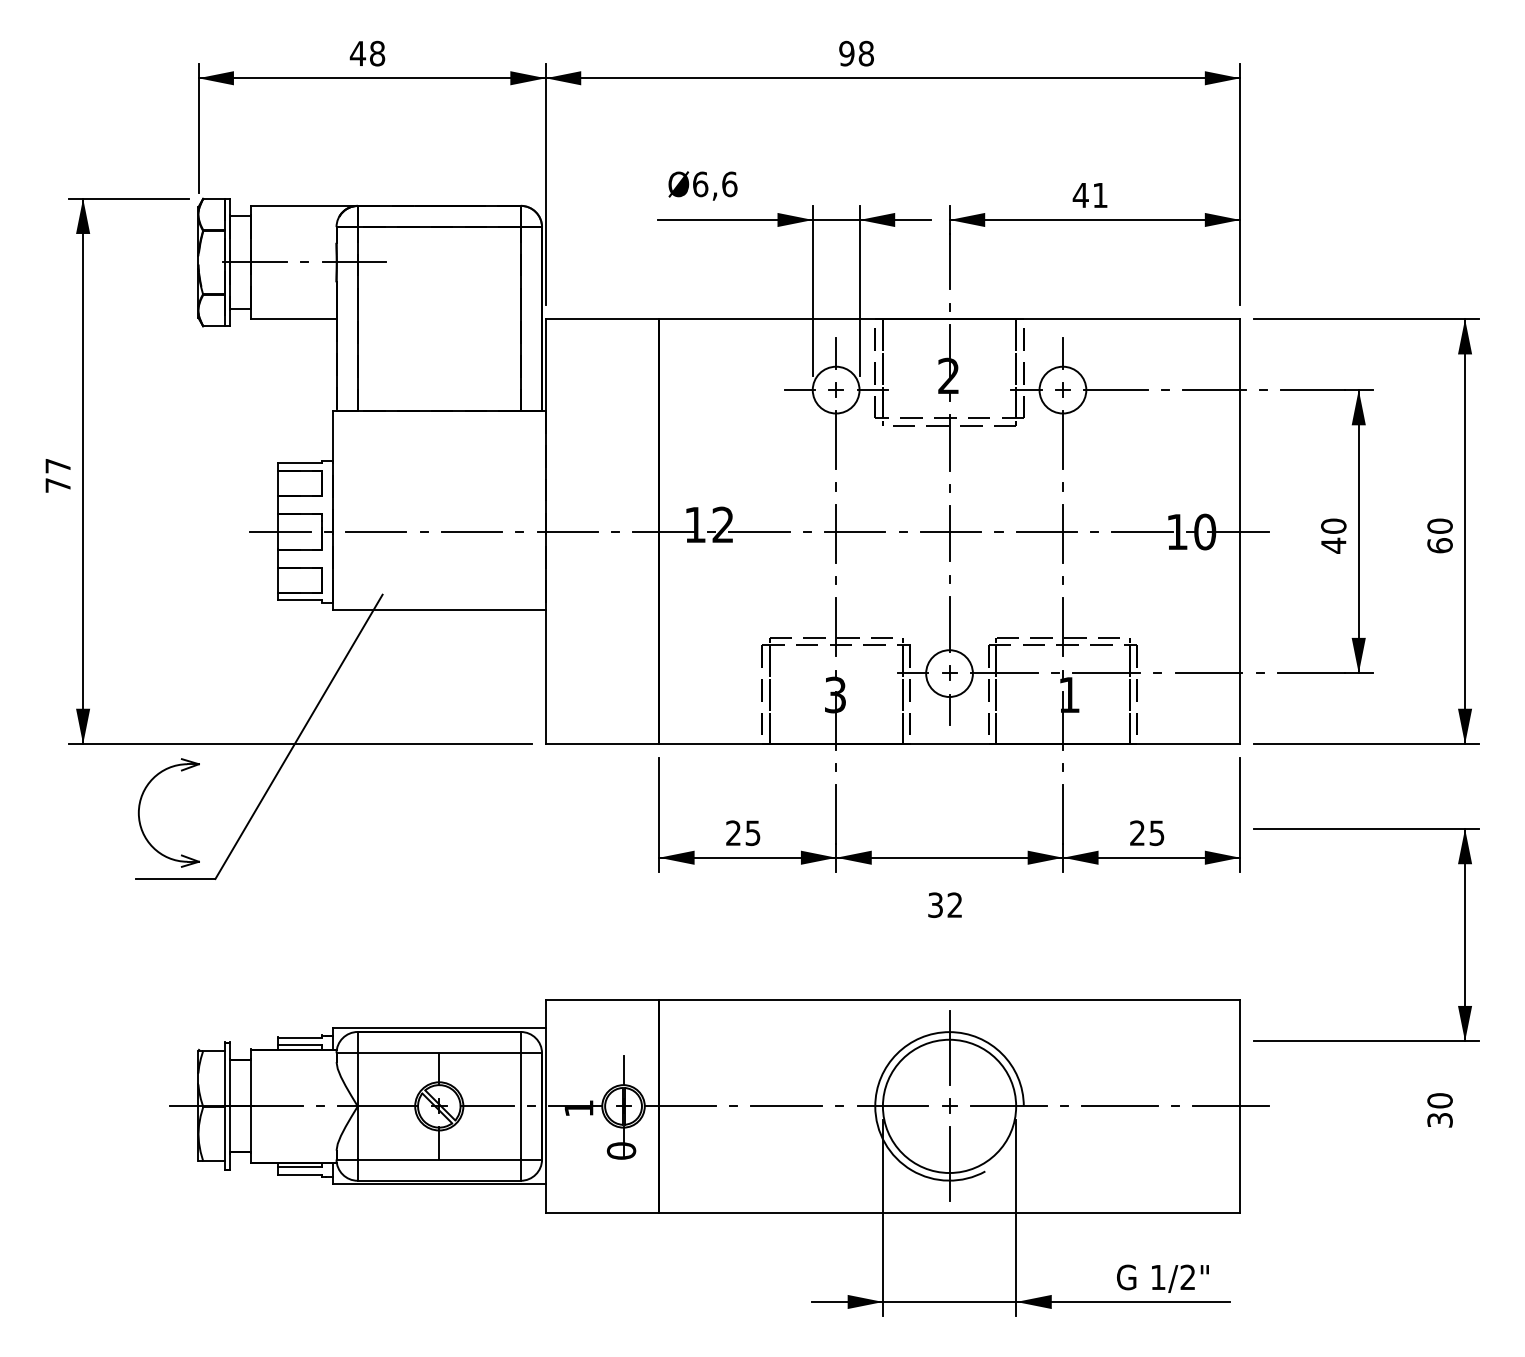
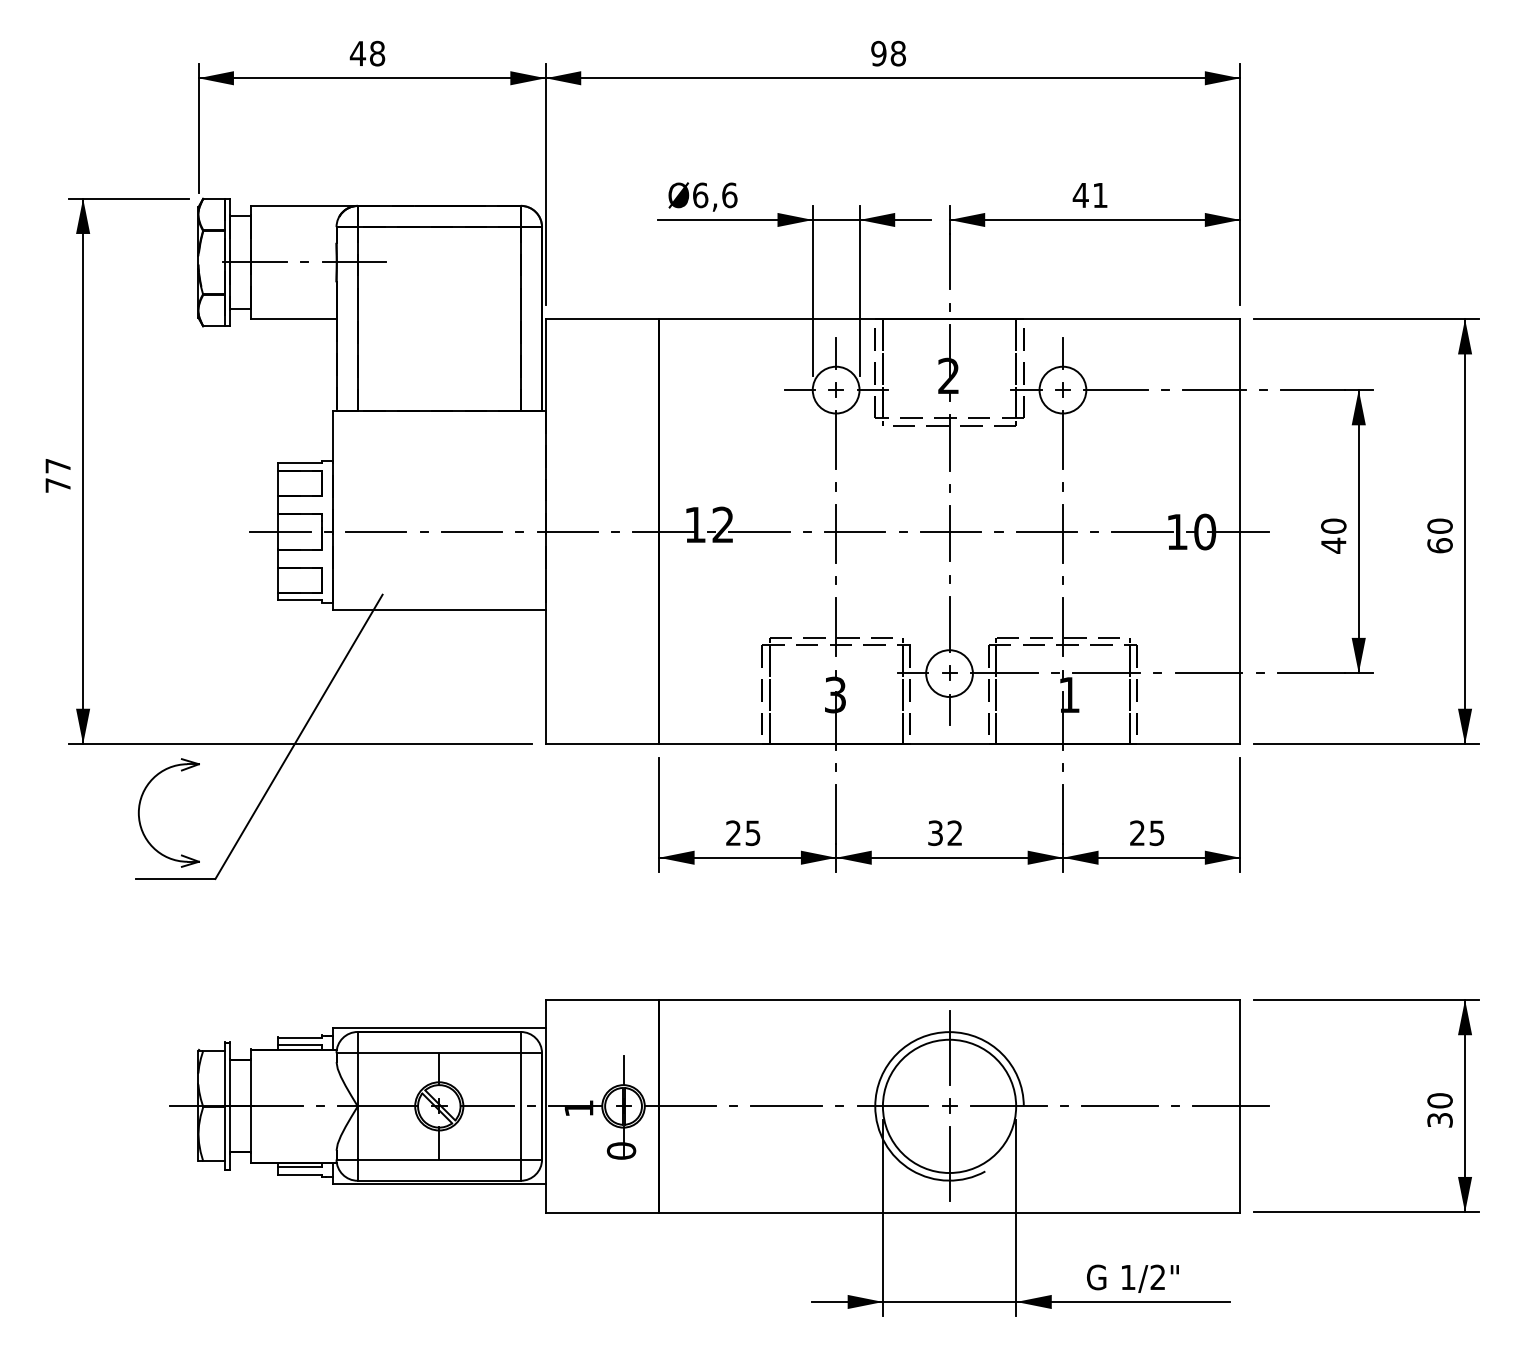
text at (856, 53) position: (856, 53) -> (888, 53)
text at (702, 185) position: (702, 185) -> (702, 196)
text at (944, 904) position: (944, 904) -> (944, 832)
part at (1464, 934) position: (1464, 934) -> (1464, 1105)
text at (1162, 1278) position: (1162, 1278) -> (1132, 1278)
